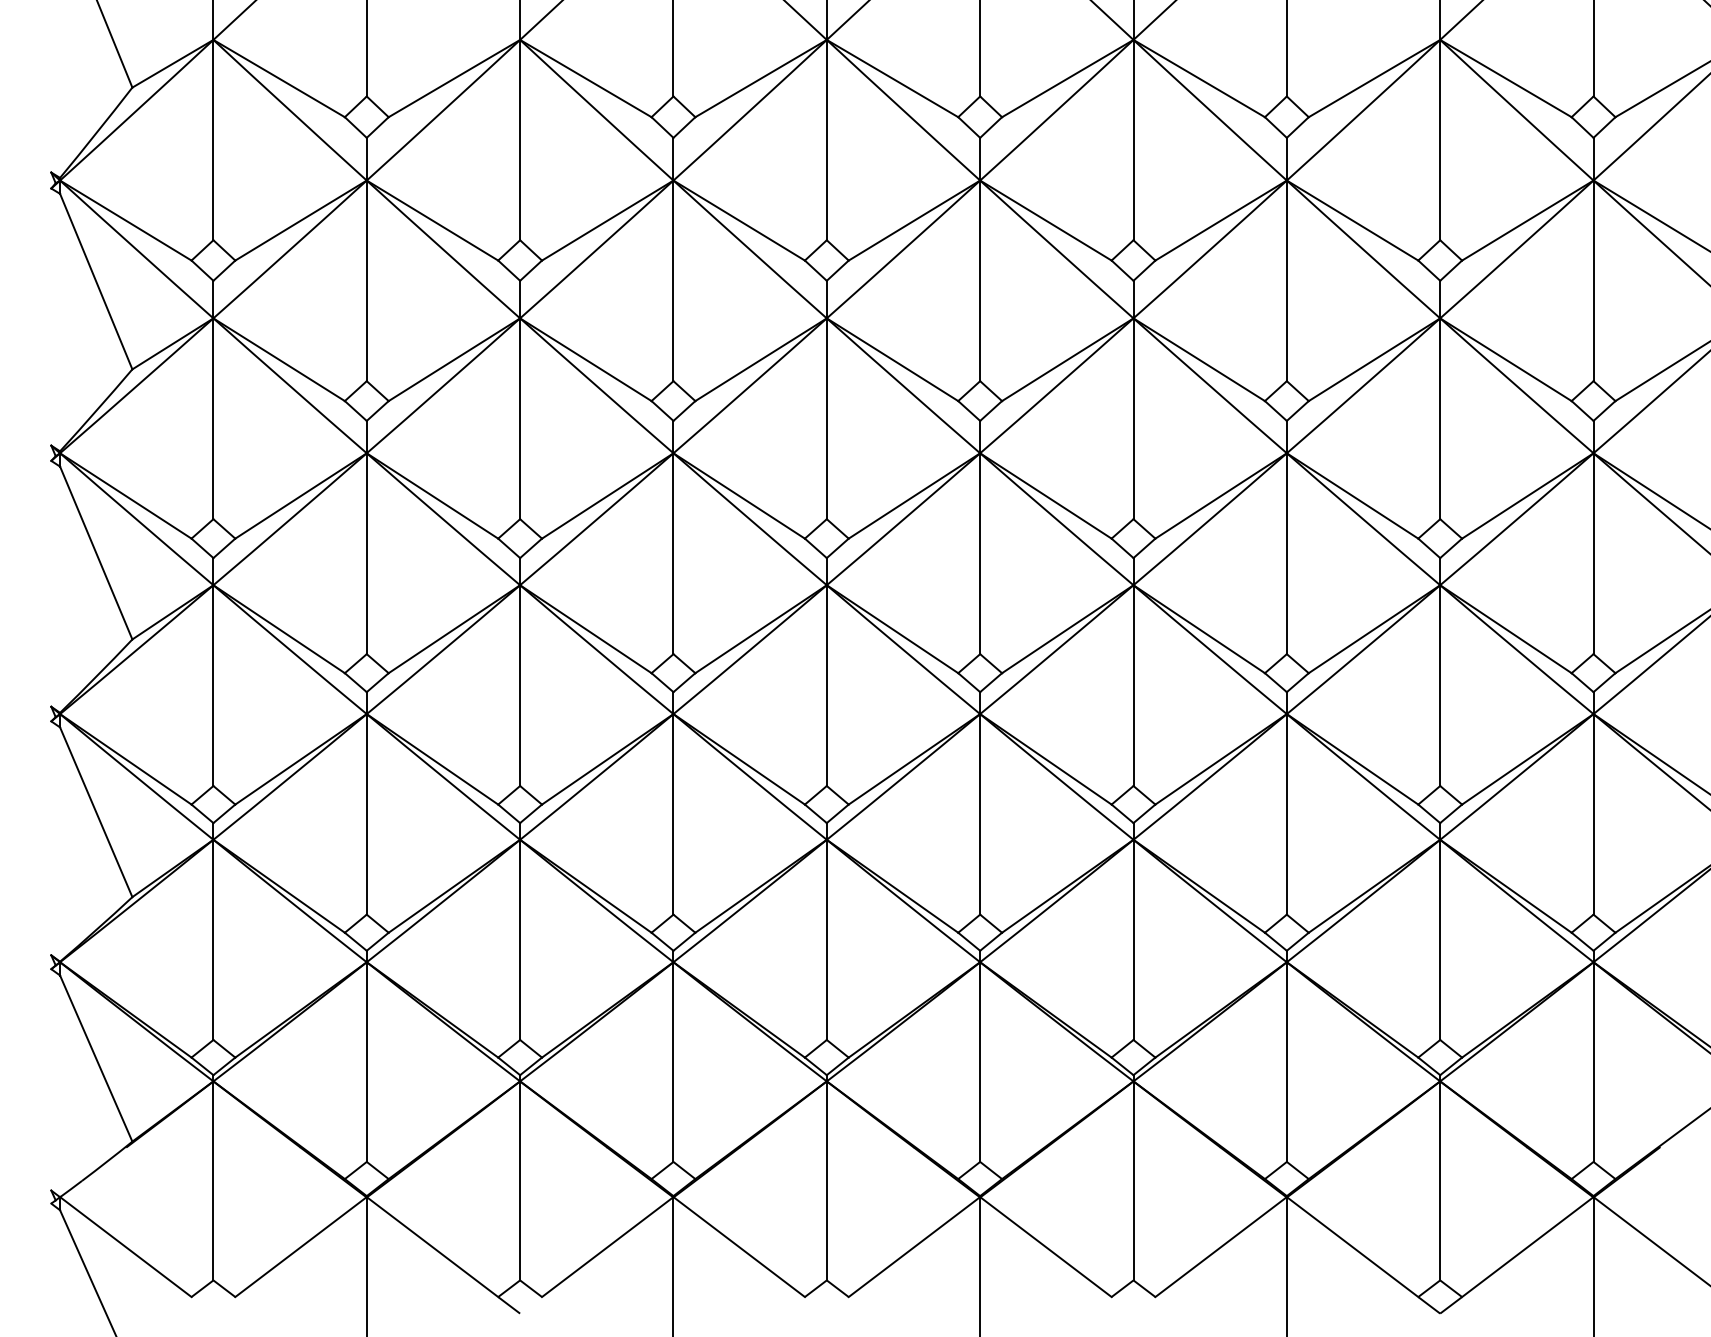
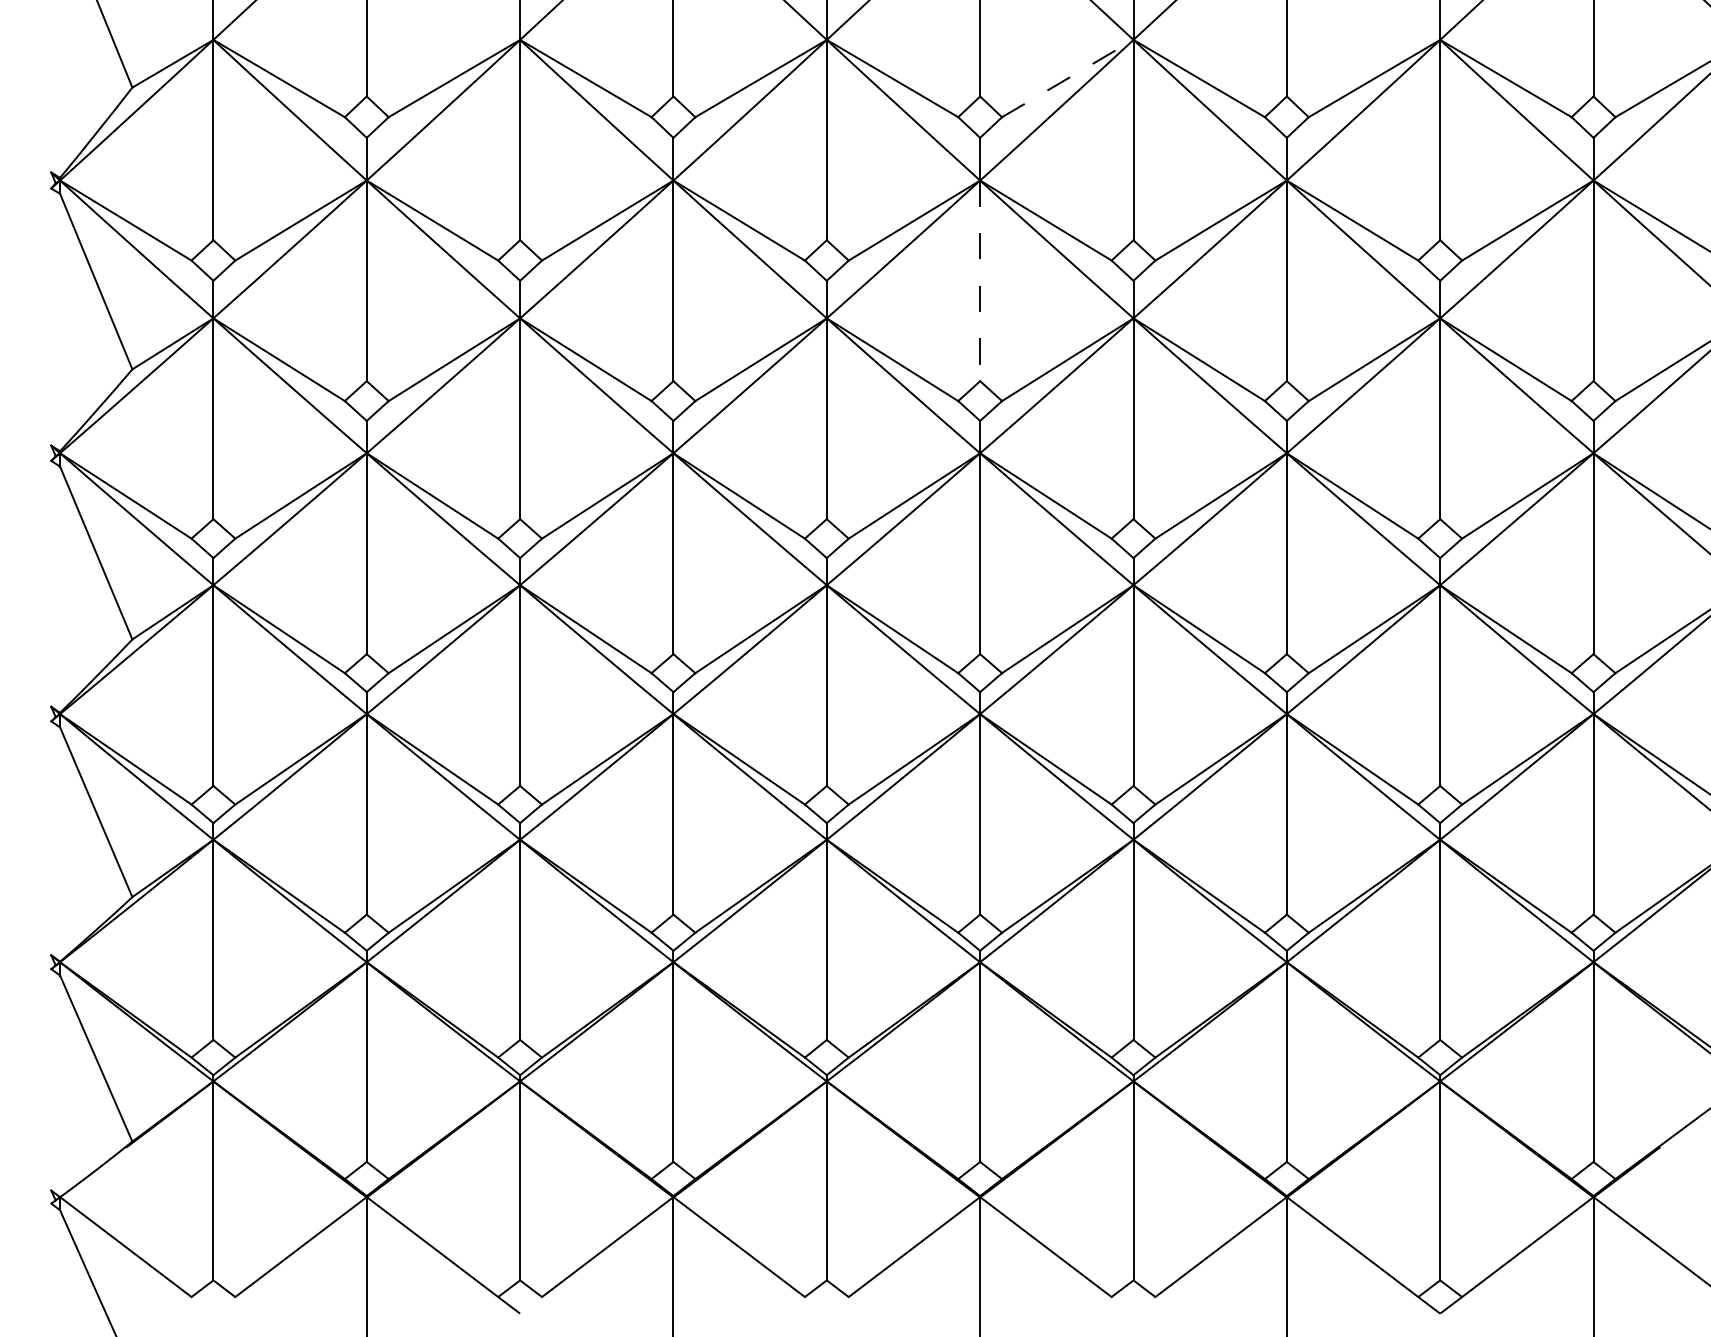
line at (1068, 78): solid -> dashed
line at (980, 281): solid -> dashed
